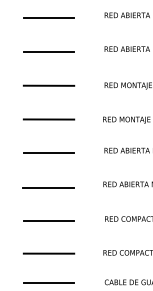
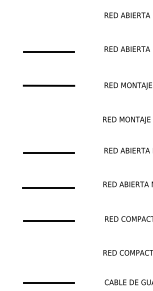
line at (48, 17): present -> none
line at (48, 119): present -> none
line at (48, 253): present -> none
